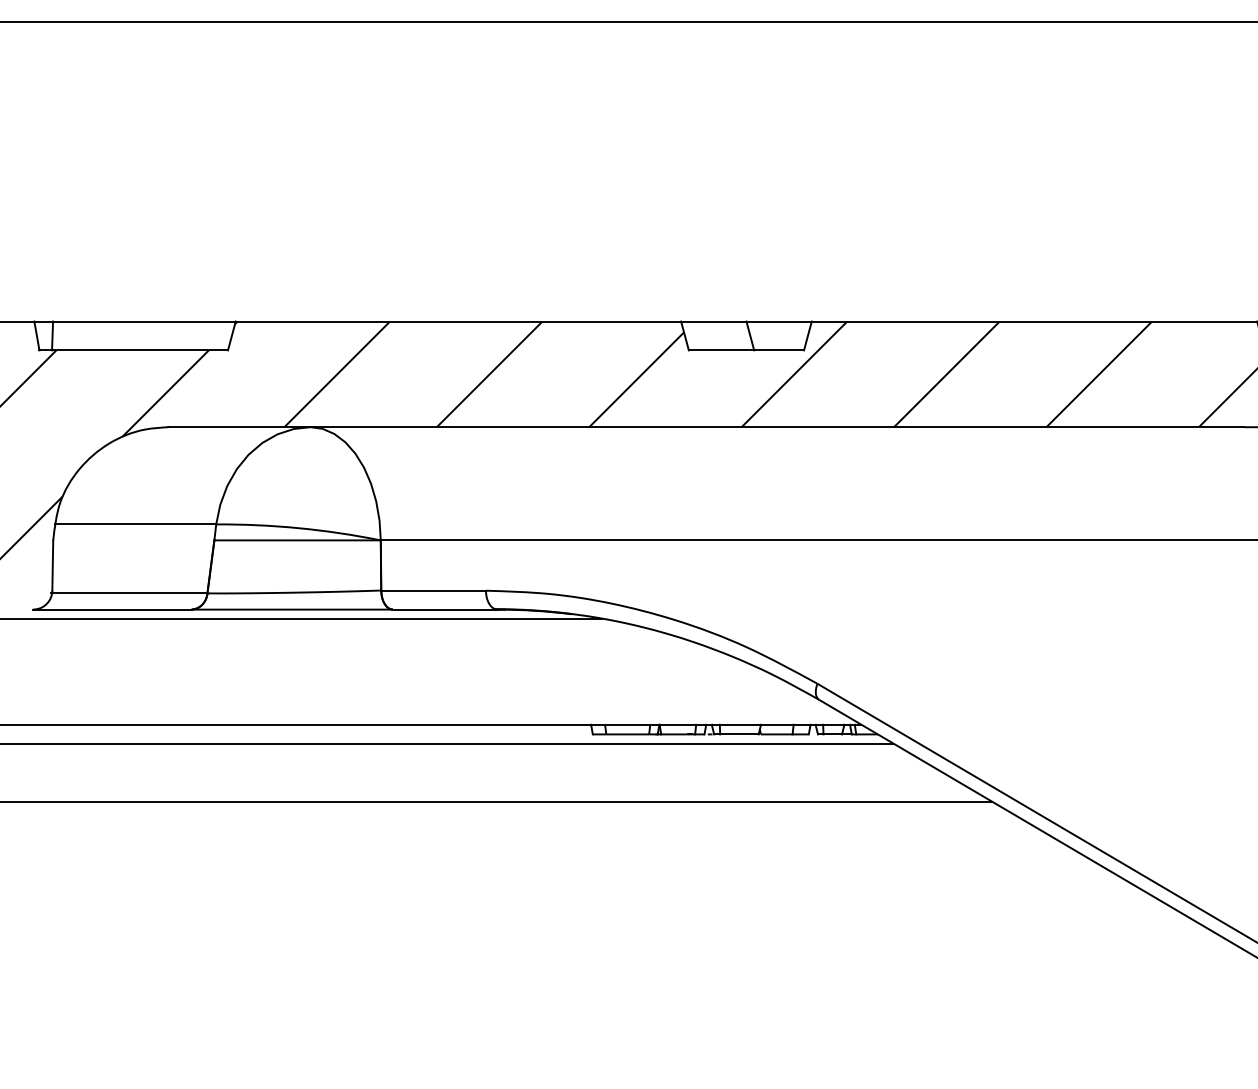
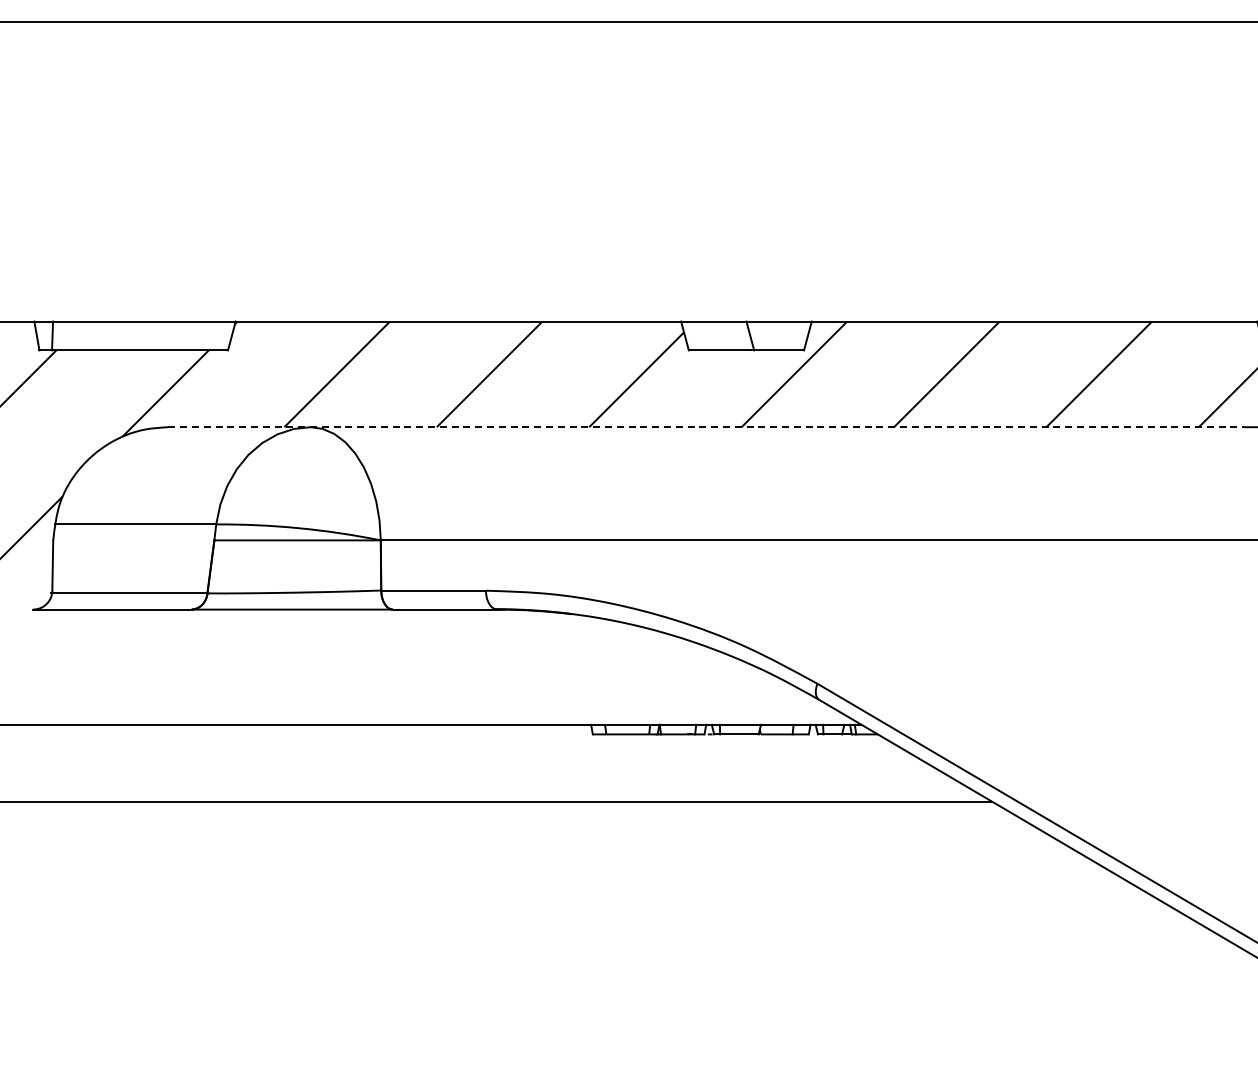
line at (706, 427): solid -> dashed
line at (302, 619): present -> none
line at (447, 744): present -> none
